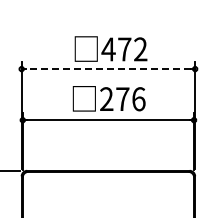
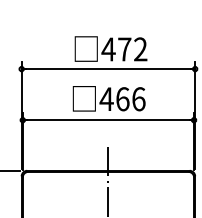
line at (107, 69): dashed -> solid
text at (114, 99): 276 -> 466
line at (108, 180): none -> present
